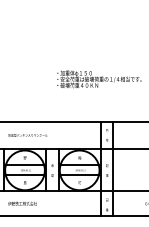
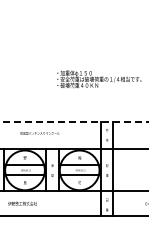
line at (74, 121): solid -> dashed
text at (27, 135) position: (27, 135) -> (39, 133)
